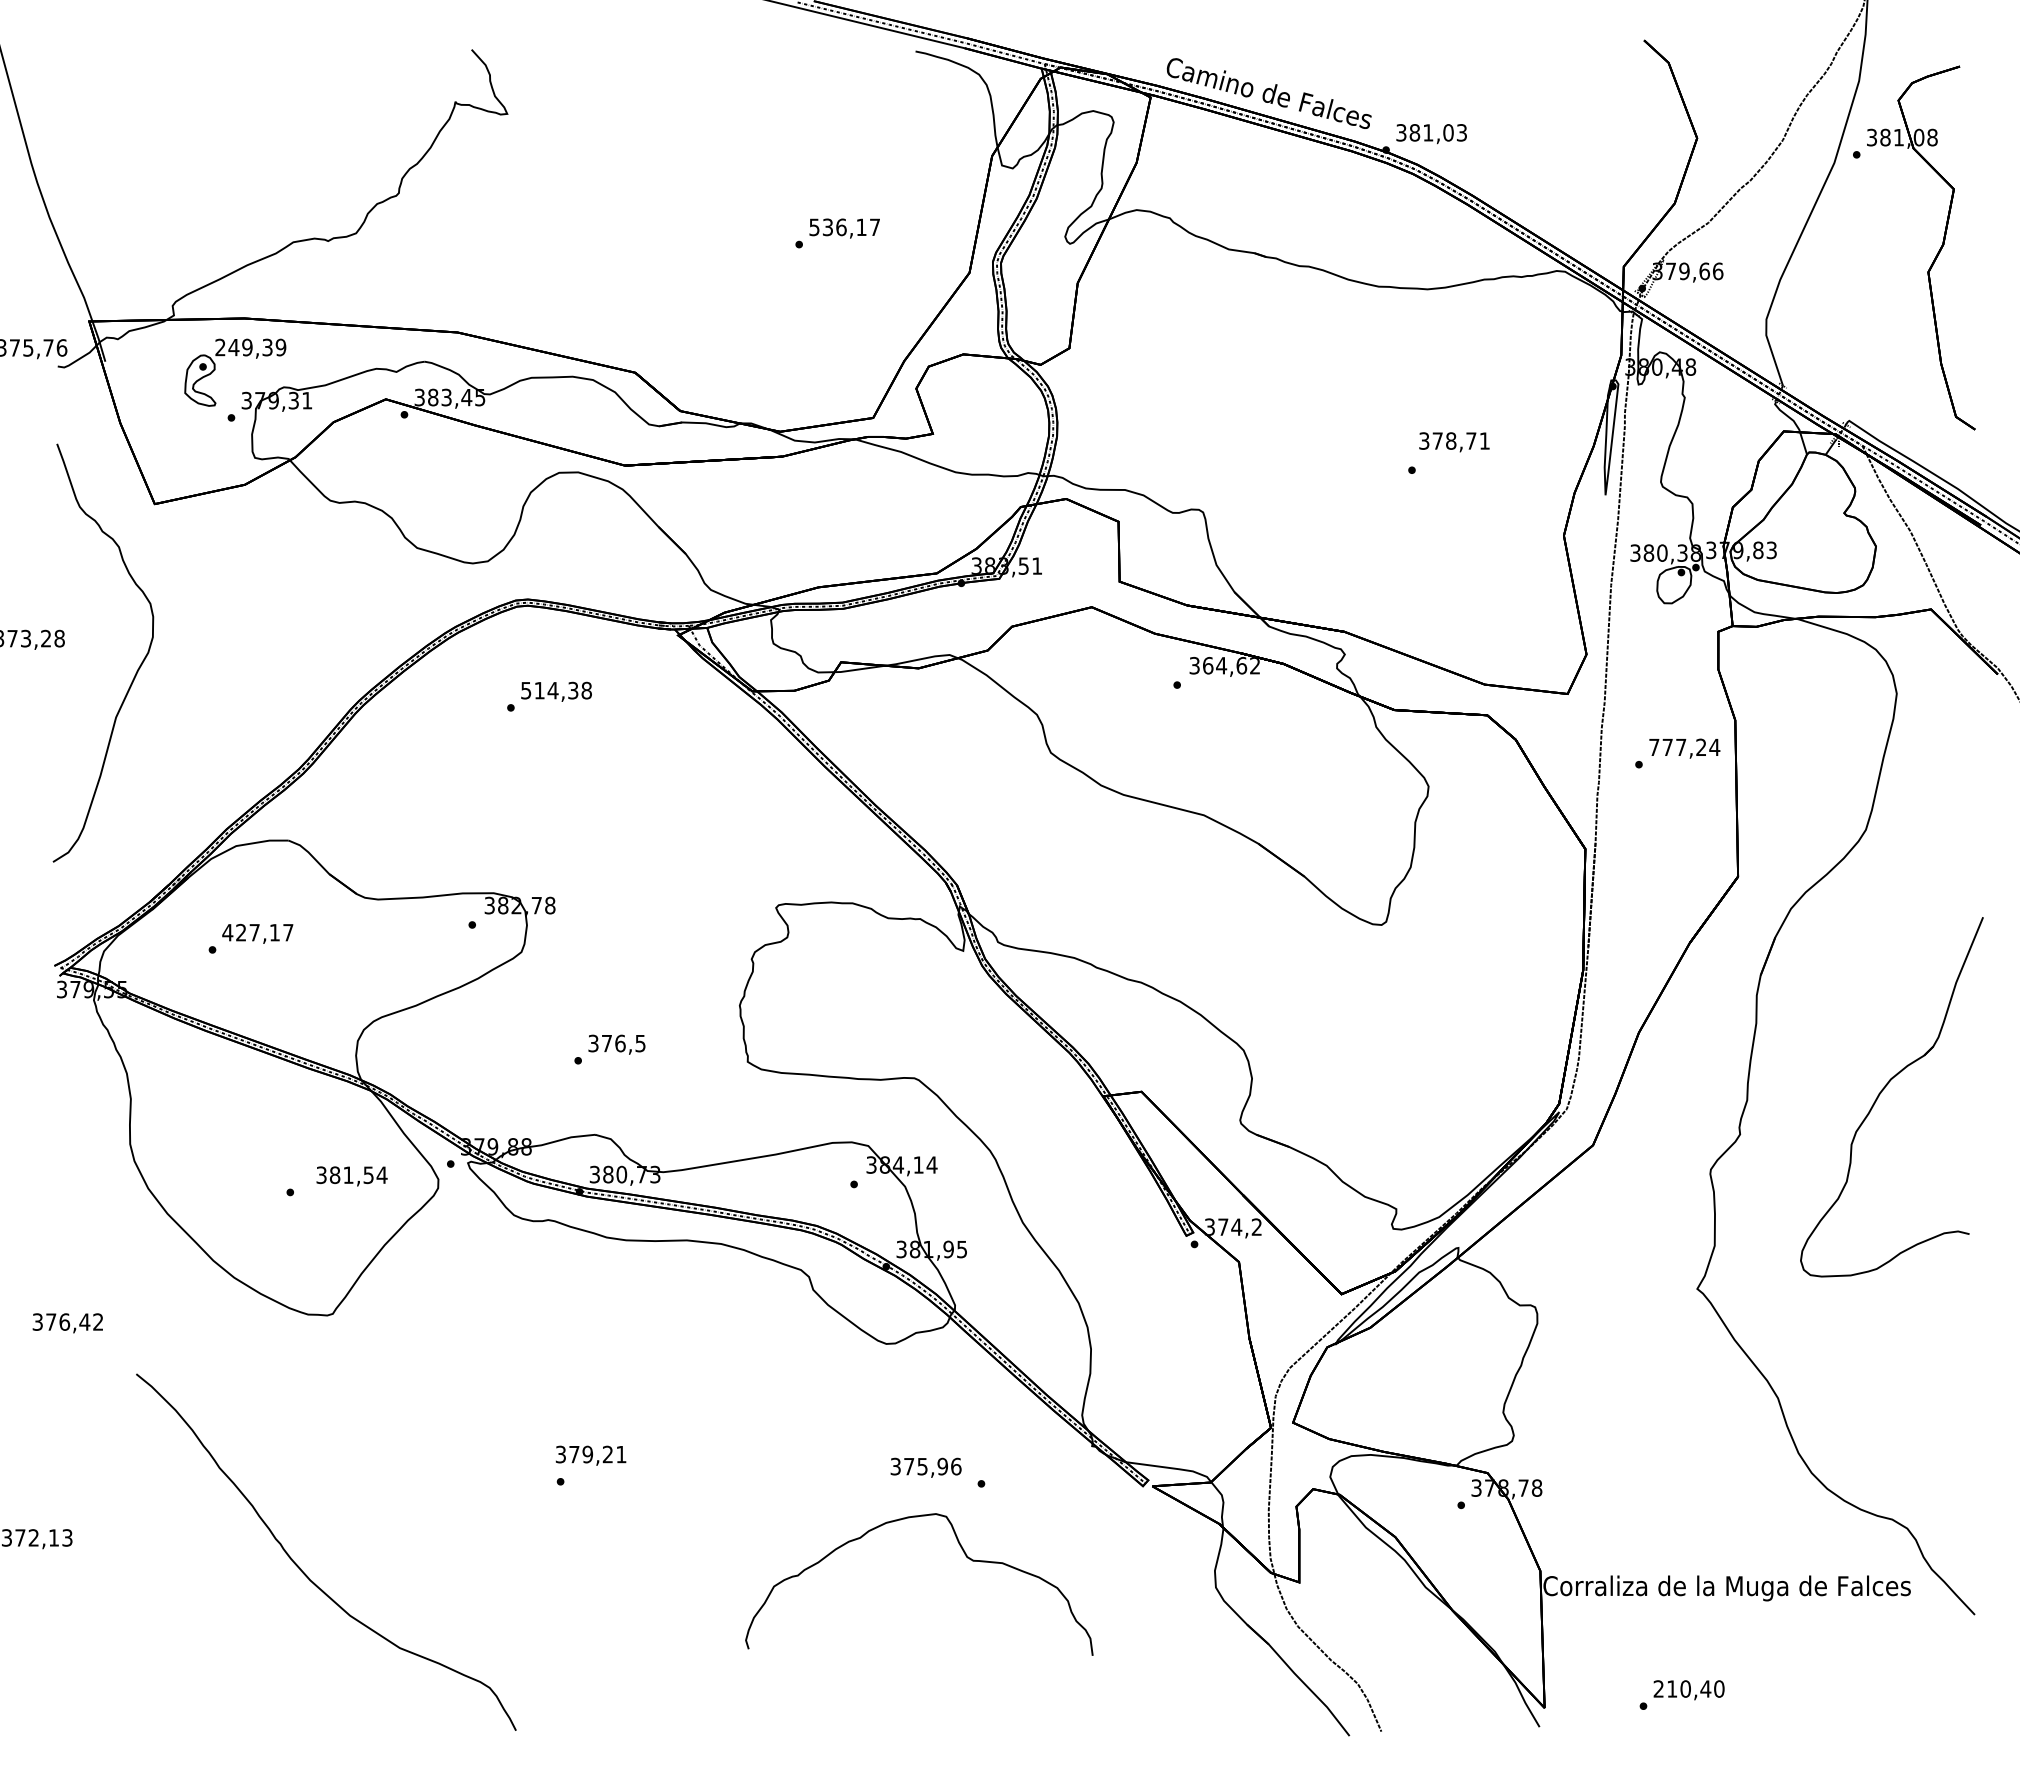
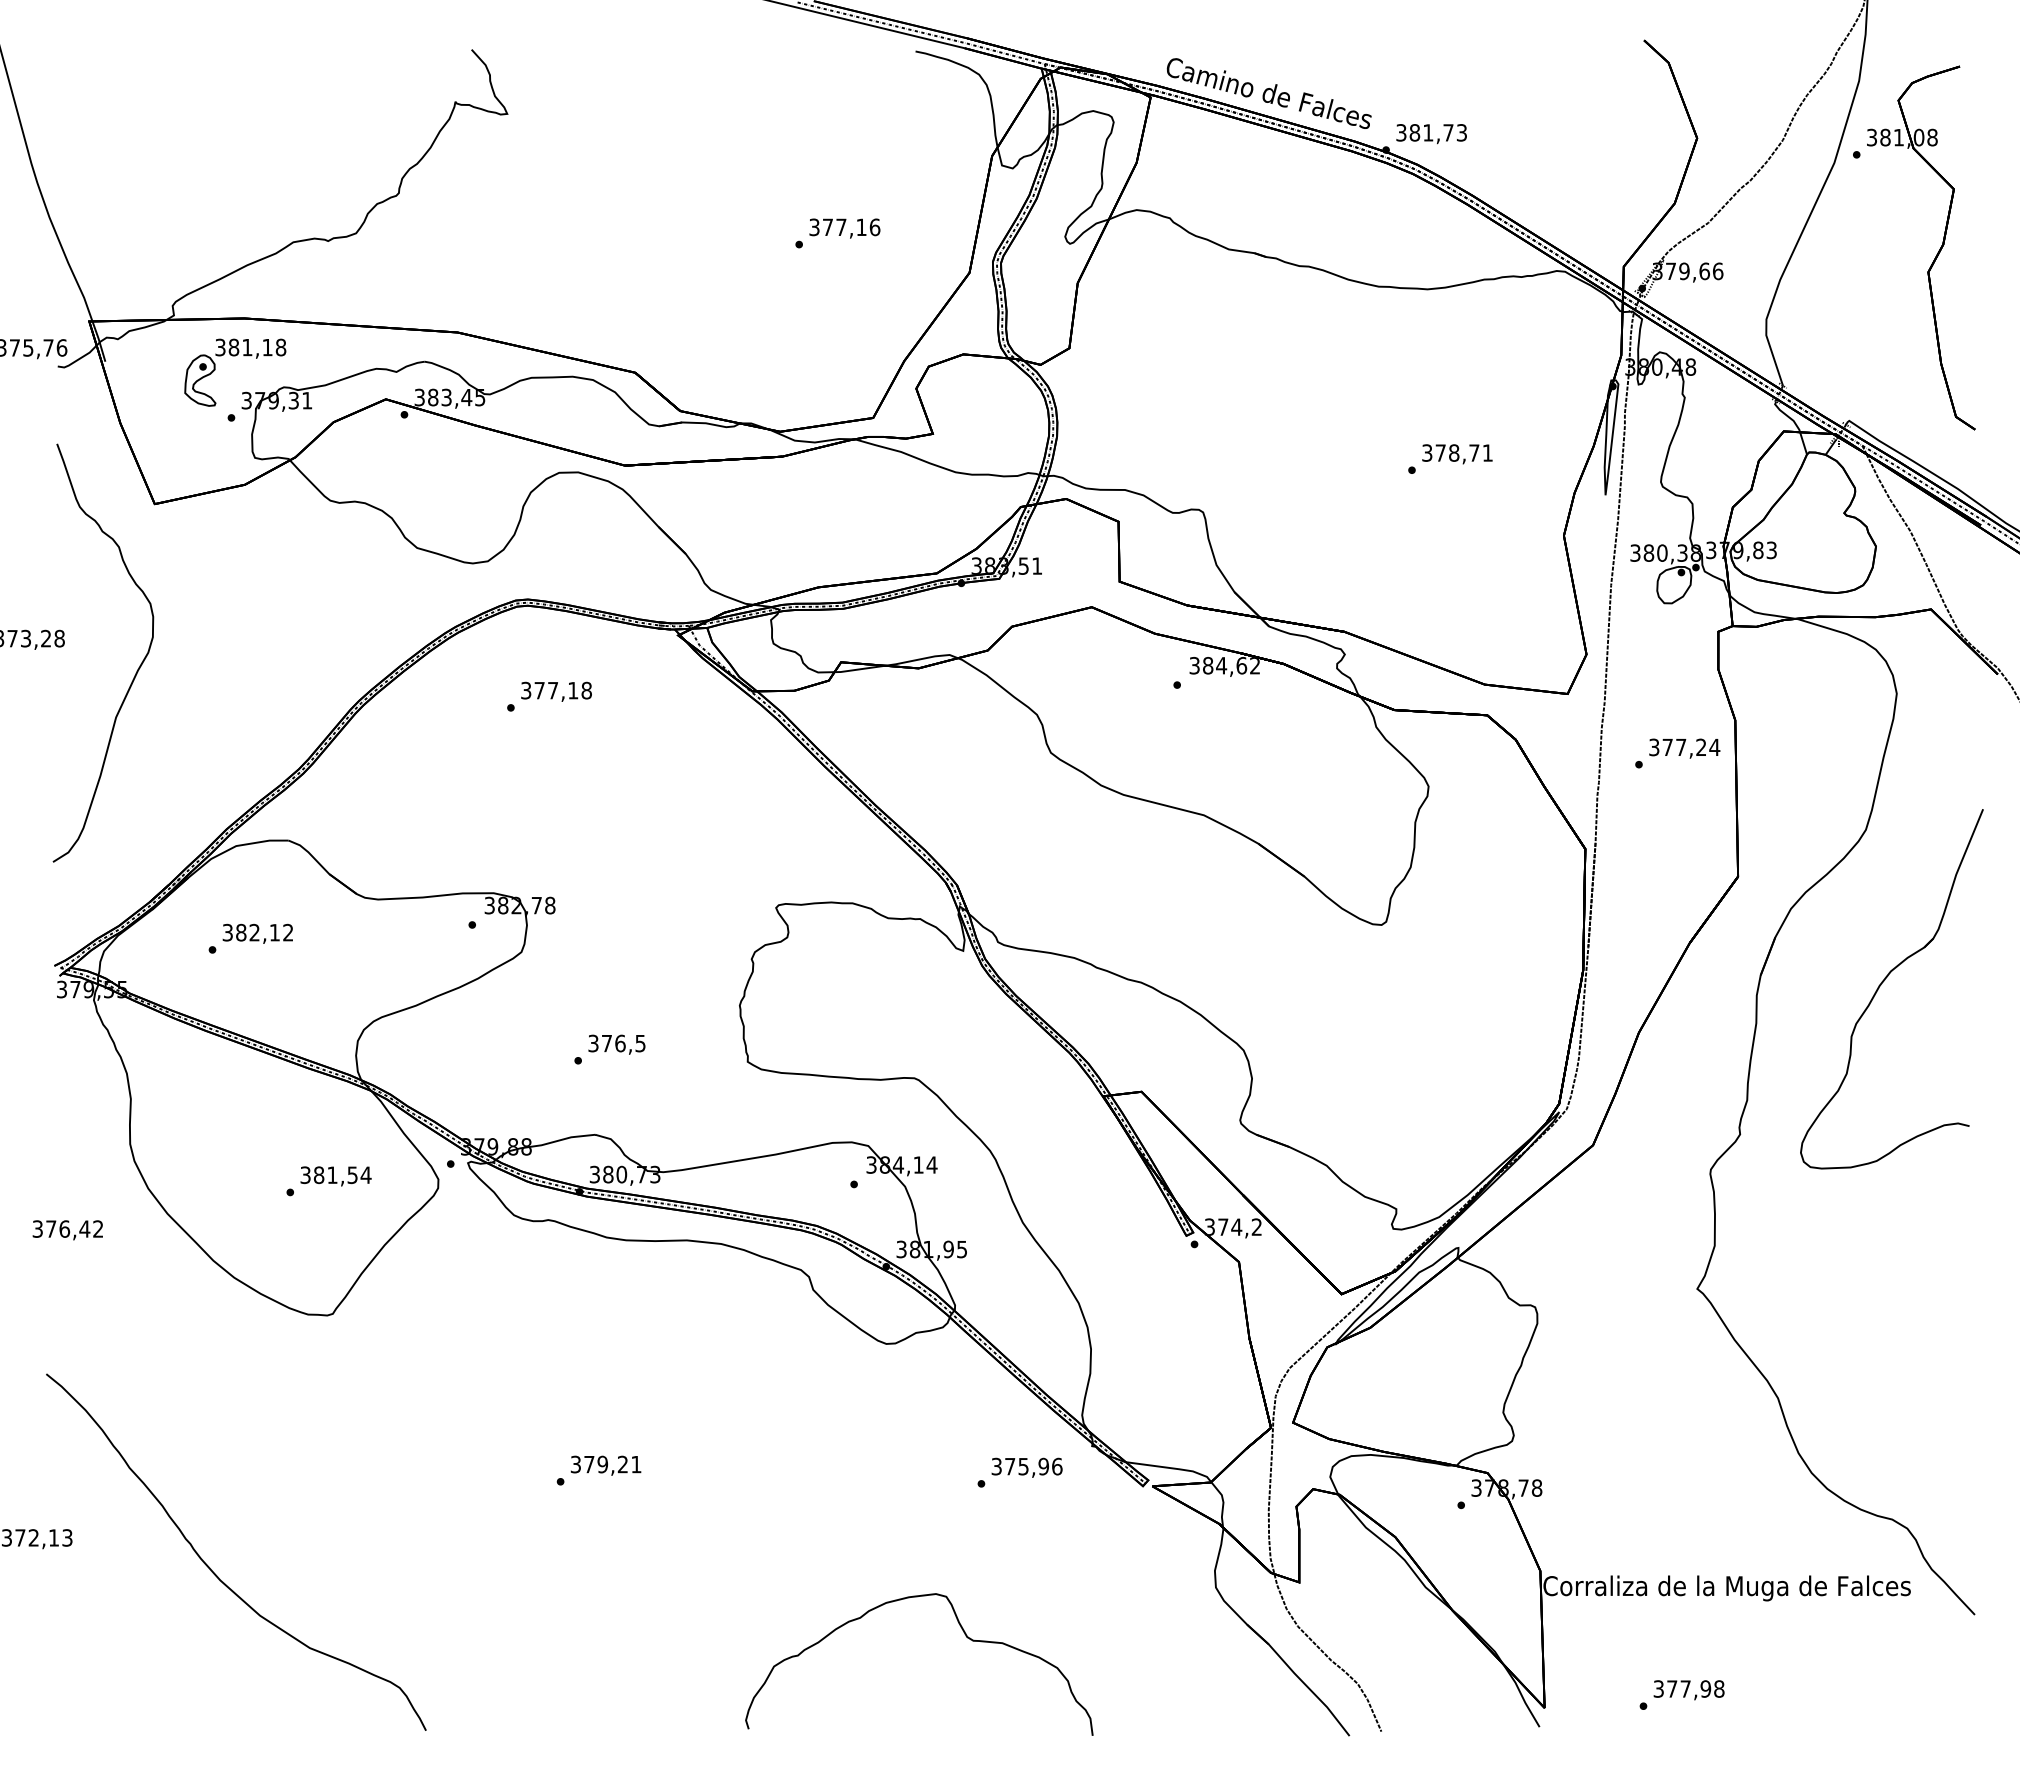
text at (1448, 132): 381,03 -> 381,73
text at (845, 227): 536,17 -> 377,16
text at (250, 347): 249,39 -> 381,18
text at (1454, 442) position: (1454, 442) -> (1457, 454)
text at (1208, 665): 364,62 -> 384,62
text at (549, 690): 514,38 -> 377,18
text at (1654, 747): 777,24 -> 377,24
text at (257, 932): 427,17 -> 382,12
part at (1884, 1089) position: (1884, 1089) -> (1884, 981)
text at (351, 1176) position: (351, 1176) -> (335, 1176)
text at (67, 1323) position: (67, 1323) -> (67, 1230)
text at (590, 1455) position: (590, 1455) -> (605, 1465)
text at (925, 1467) position: (925, 1467) -> (1026, 1467)
curve at (965, 1556) position: (965, 1556) -> (965, 1636)
curve at (304, 1572) position: (304, 1572) -> (214, 1572)
text at (1688, 1688): 210,40 -> 377,98
